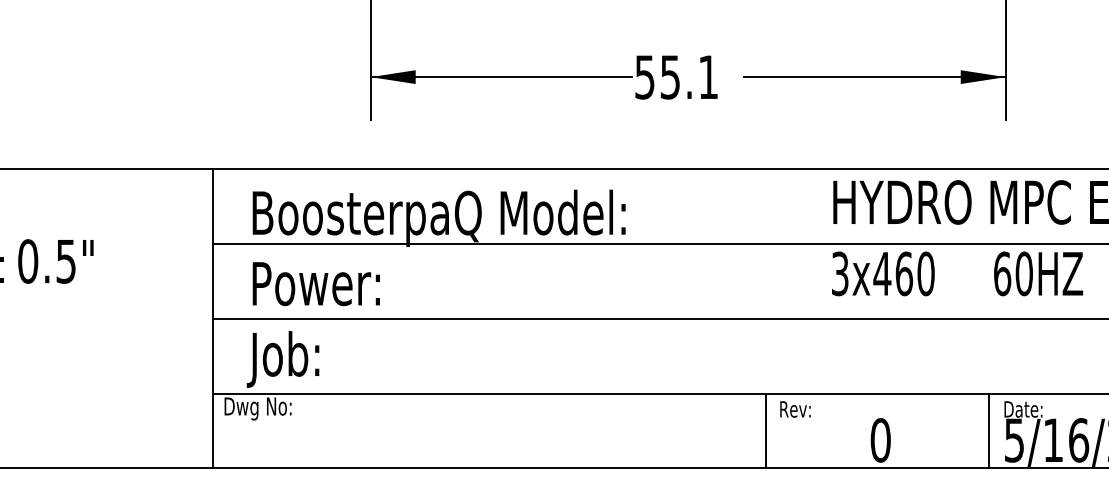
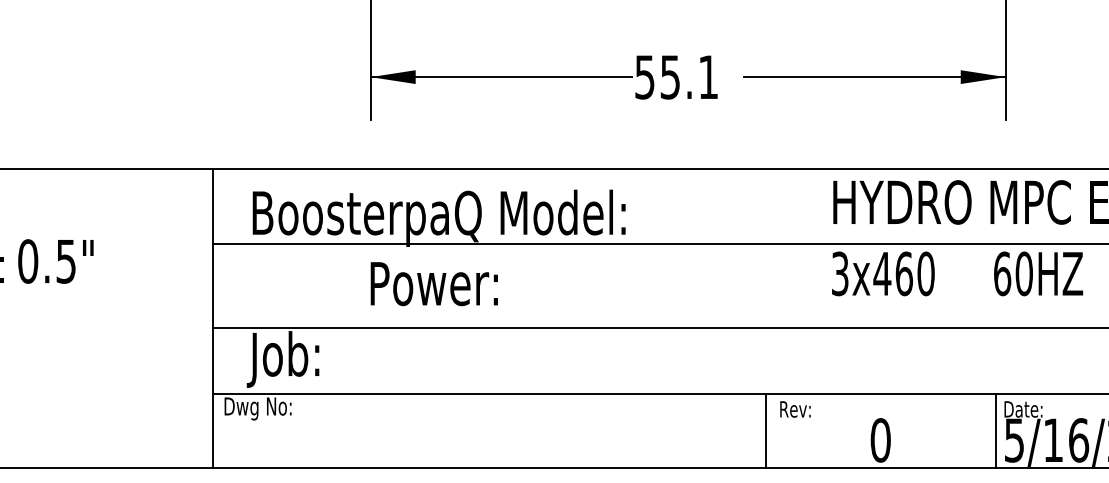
text at (315, 284) position: (315, 284) -> (433, 284)
line at (658, 318) position: (658, 318) -> (658, 327)
line at (989, 430) position: (989, 430) -> (996, 430)
